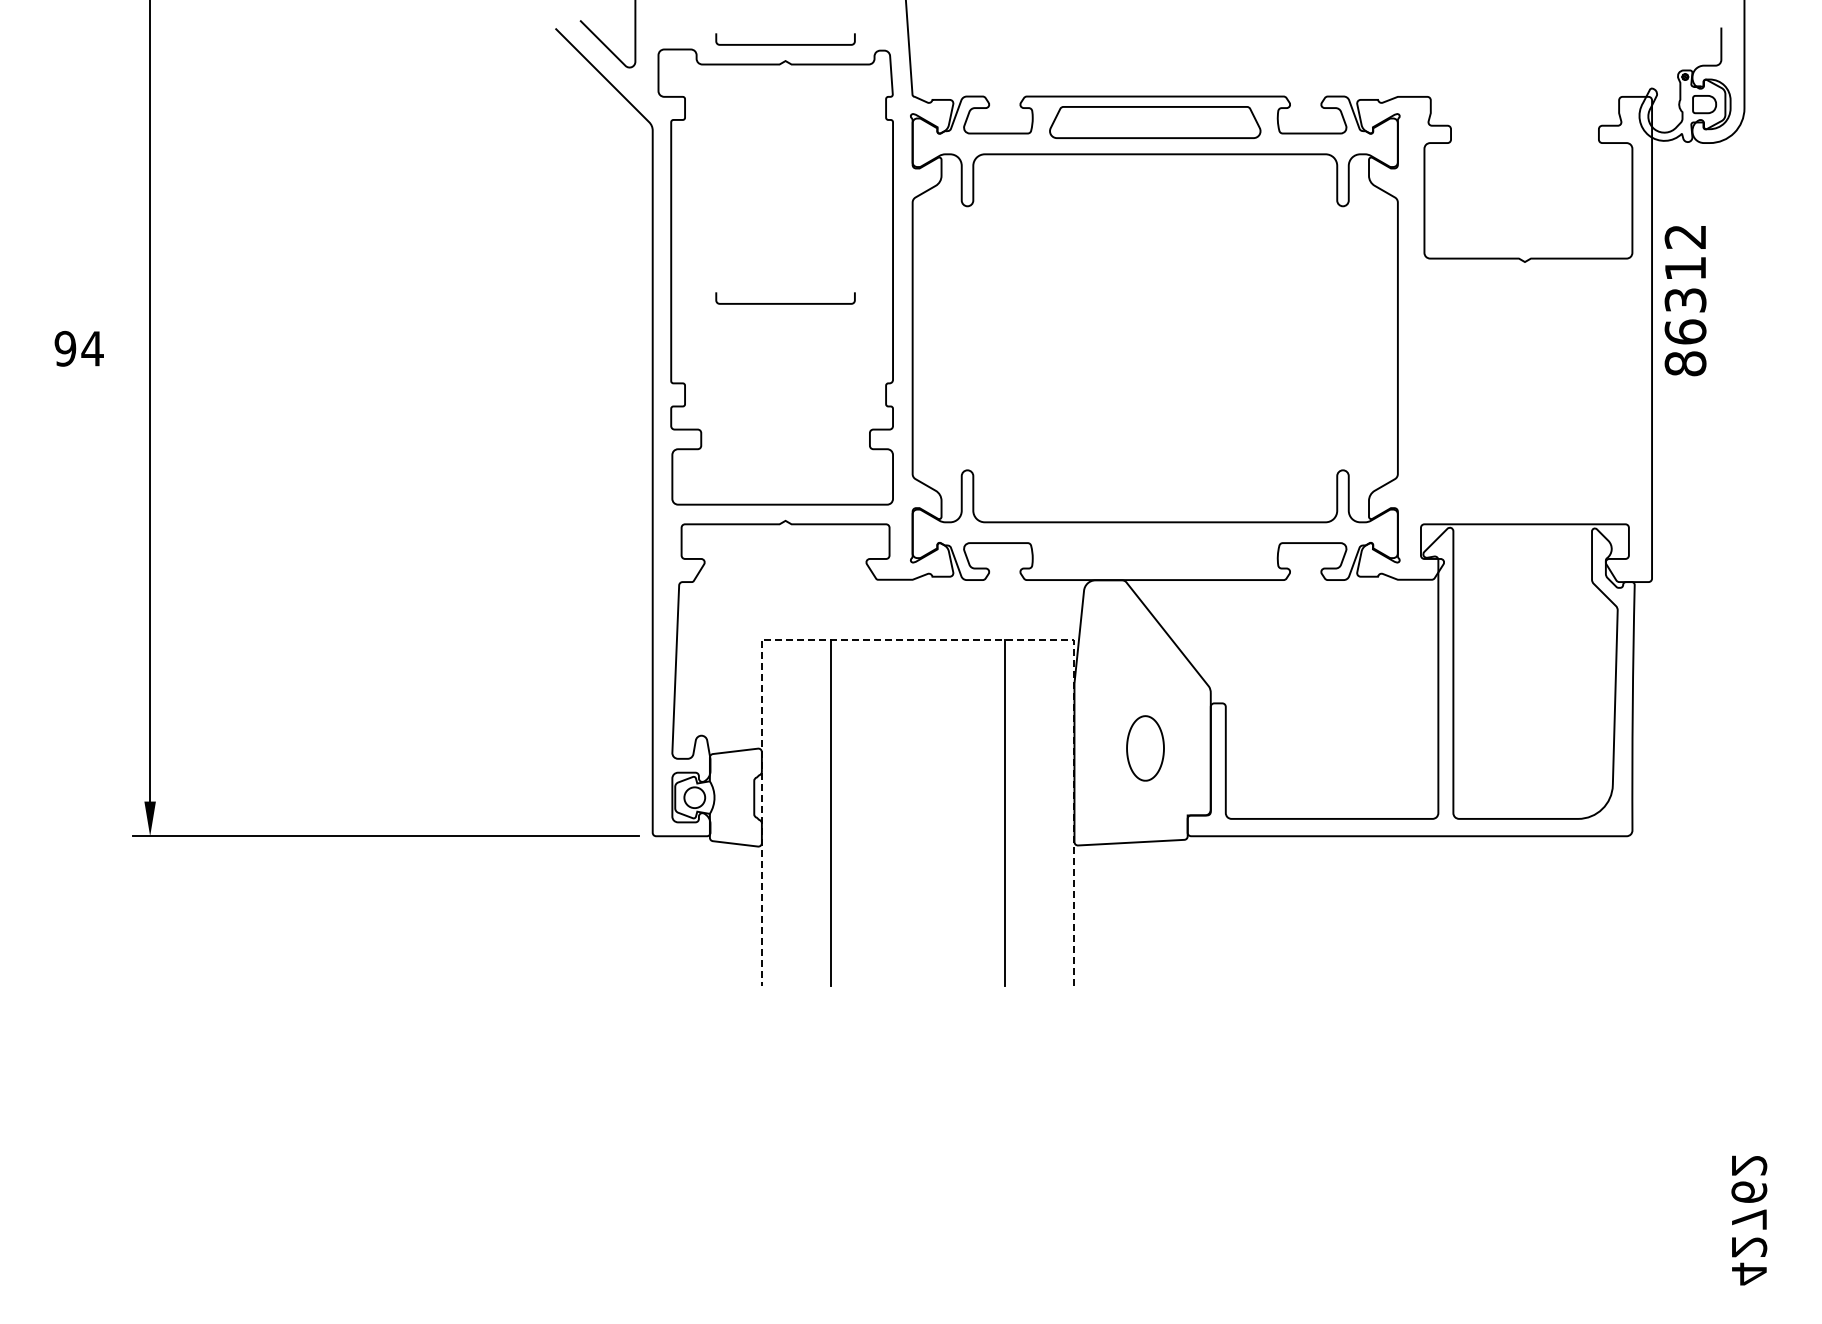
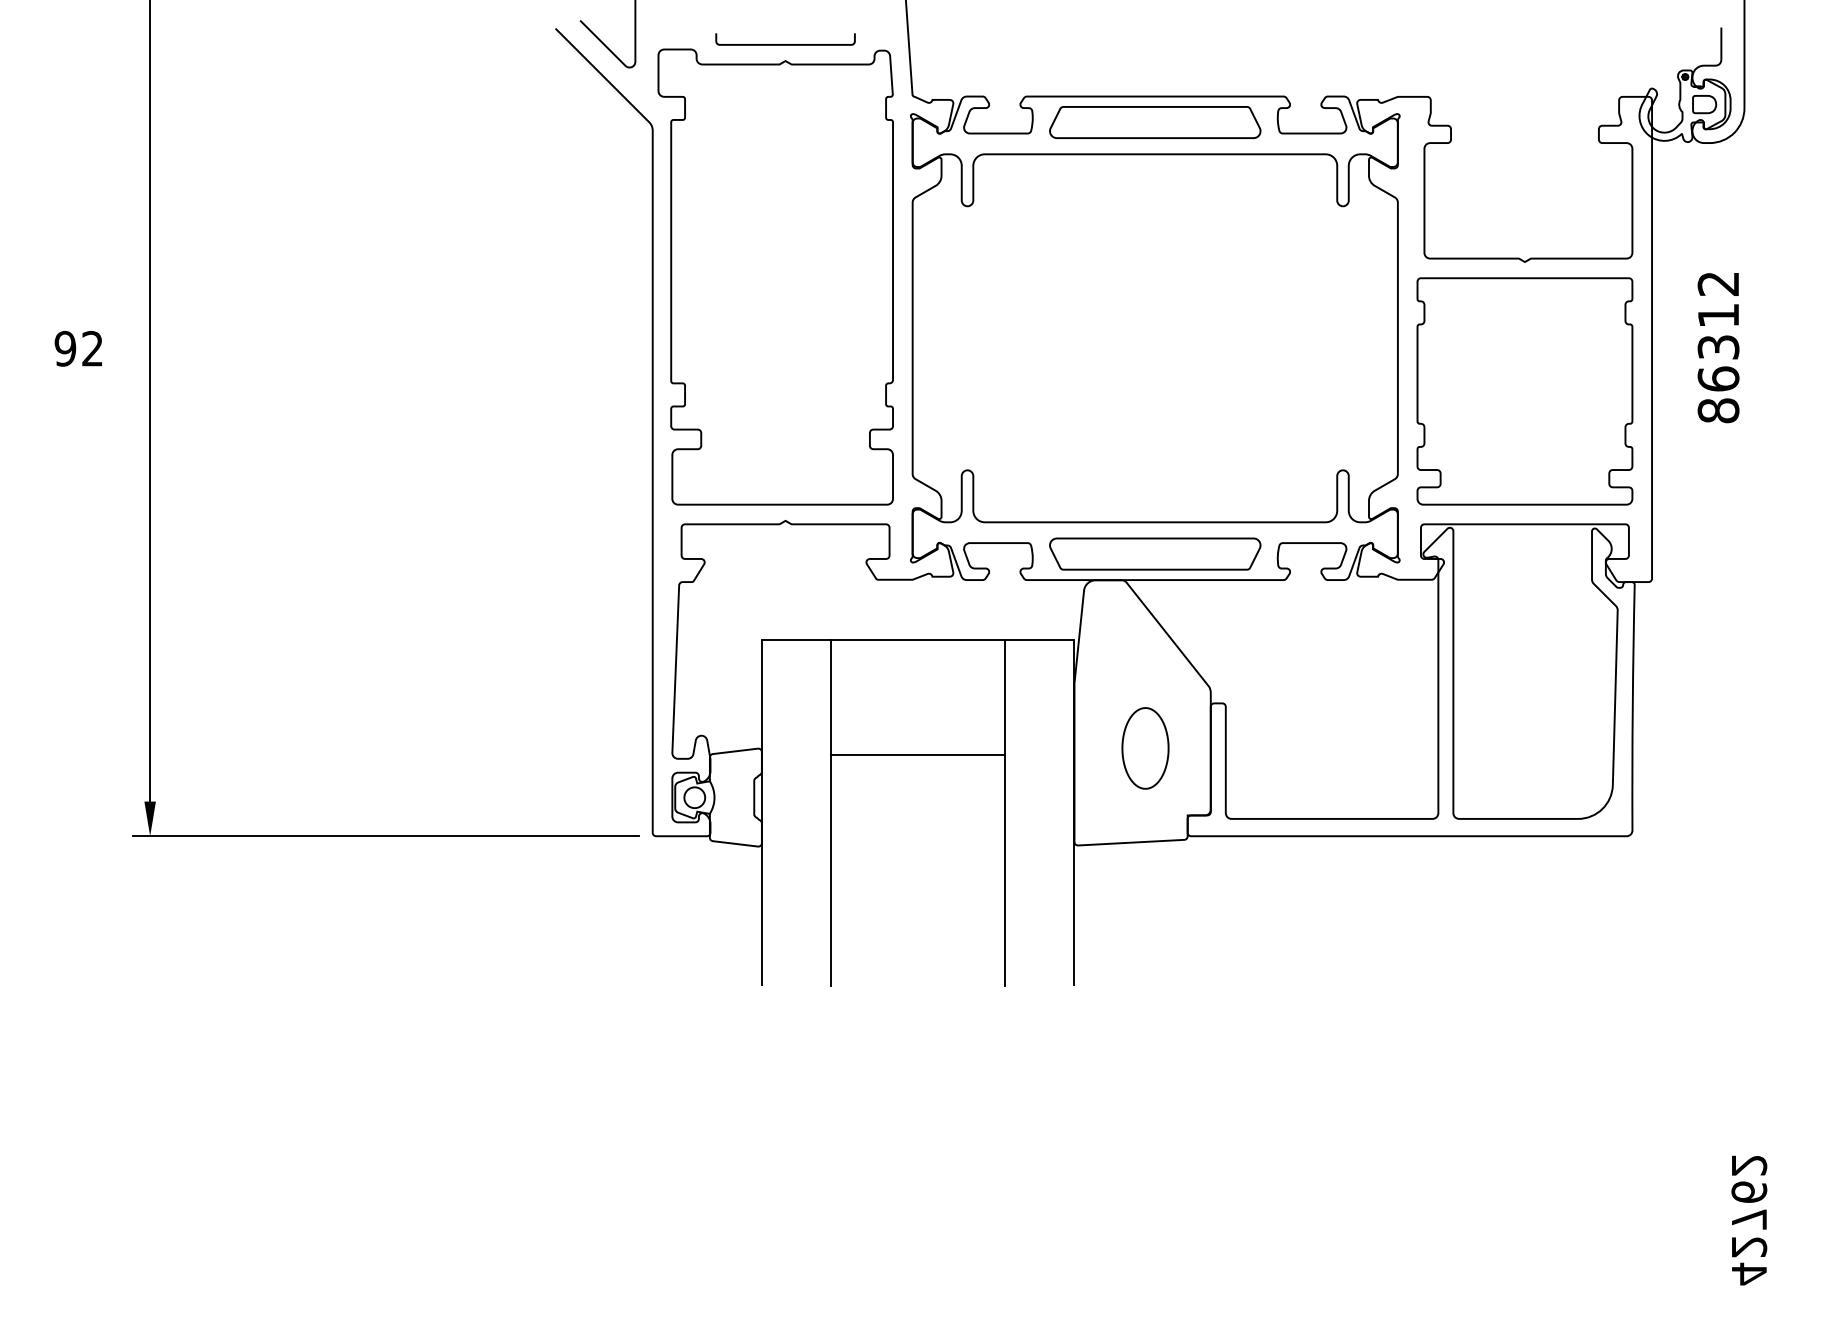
text at (1685, 301) position: (1685, 301) -> (1718, 348)
curve at (785, 303): present -> none
text at (92, 348): 94 -> 92
part at (1524, 391): none -> present
part at (1155, 553): none -> present
line at (917, 639): dashed -> solid
part at (1145, 748) size: 39x67 px -> 49x83 px
line at (917, 755): none -> present
